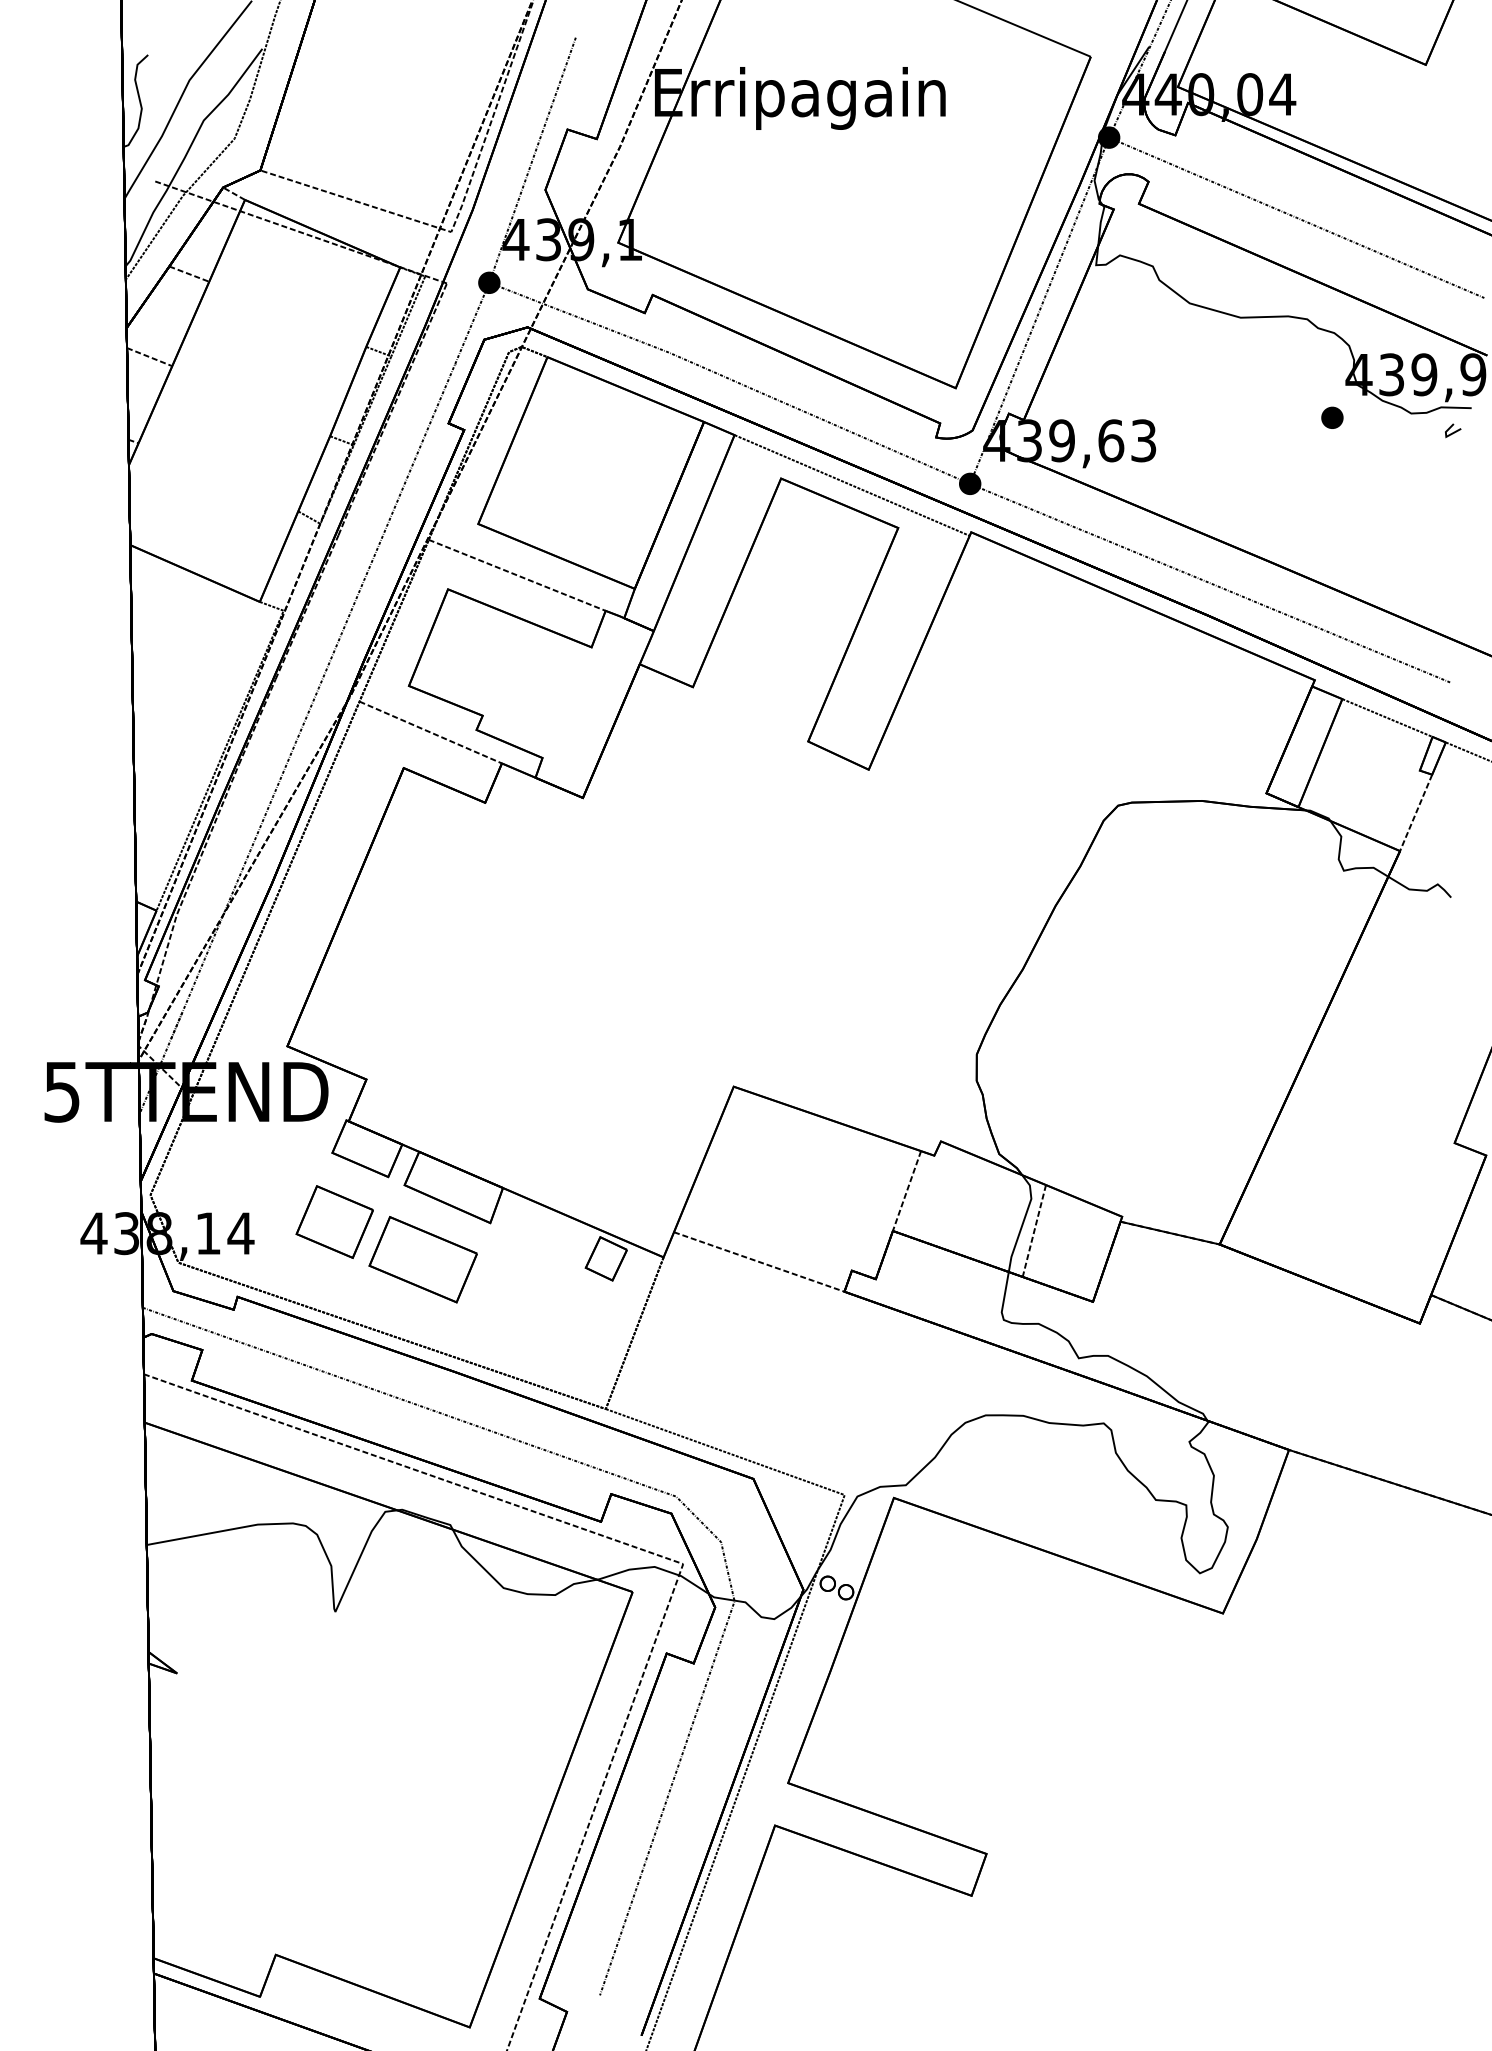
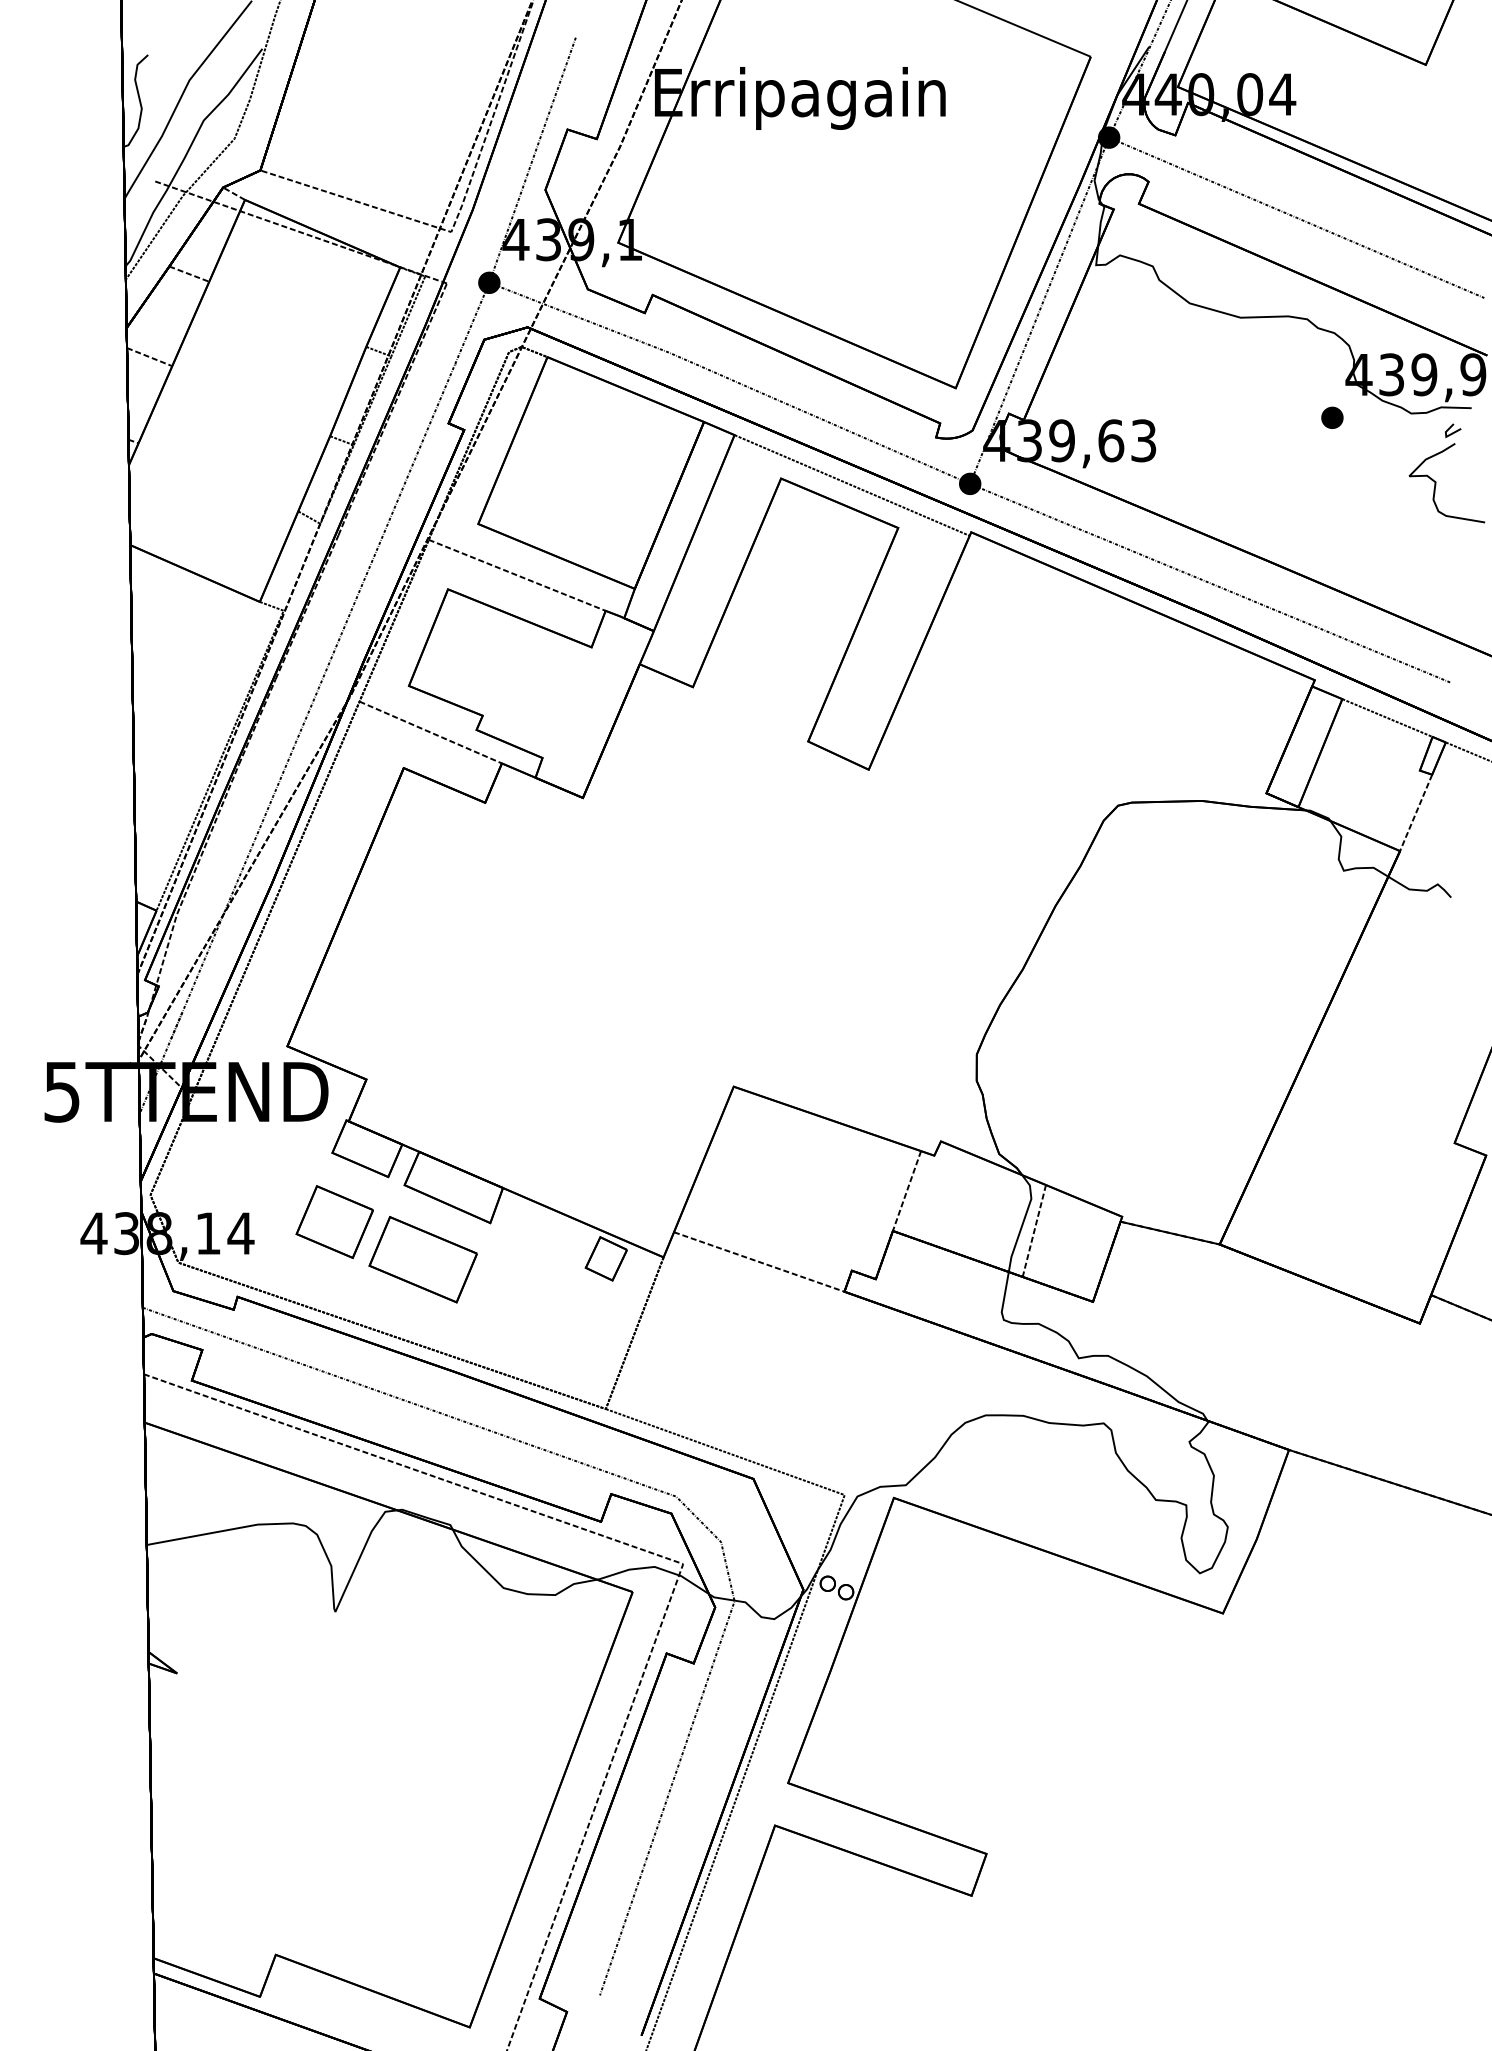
curve at (1436, 483): none -> present
